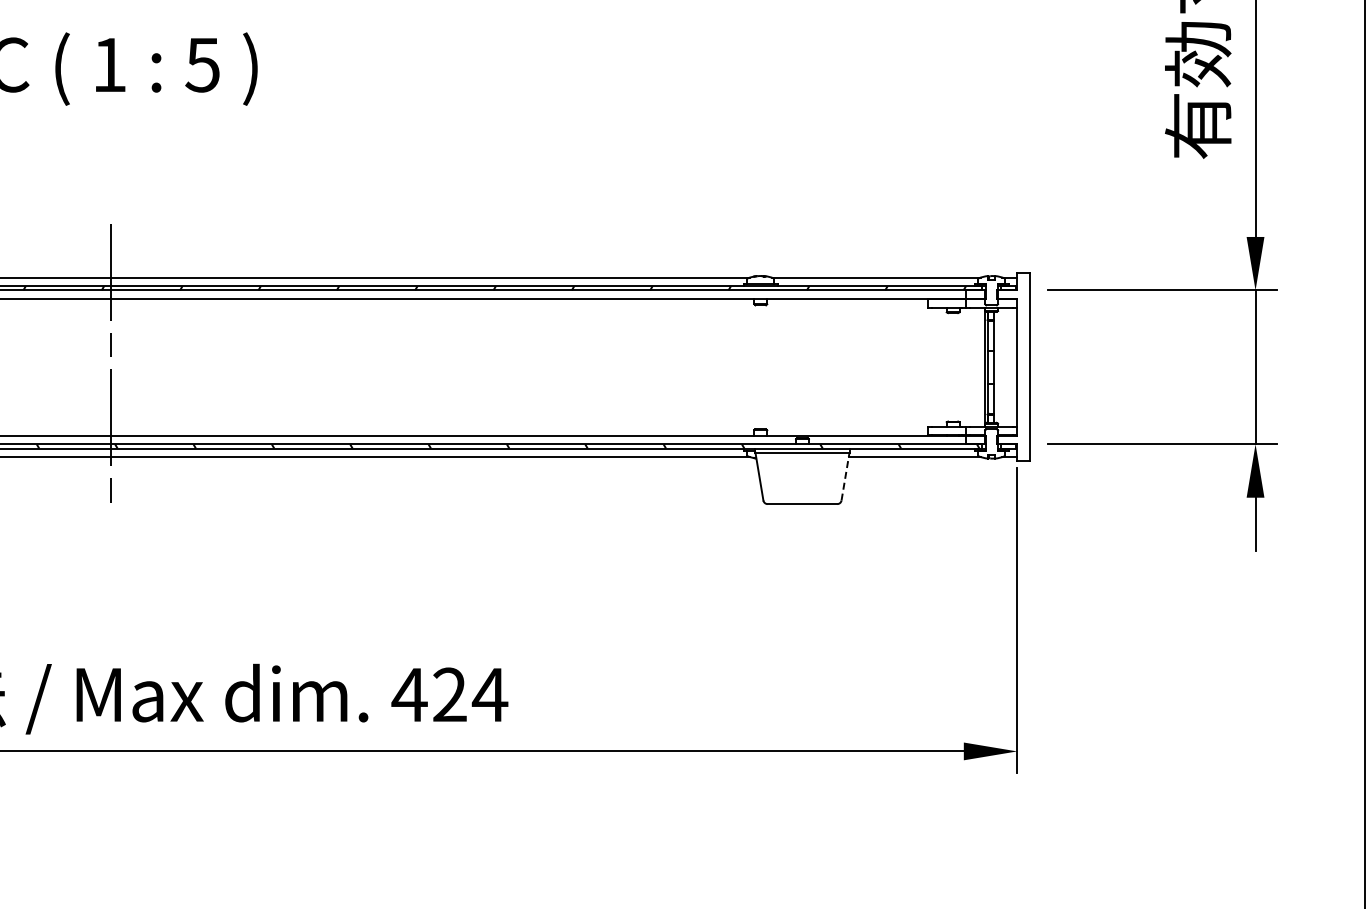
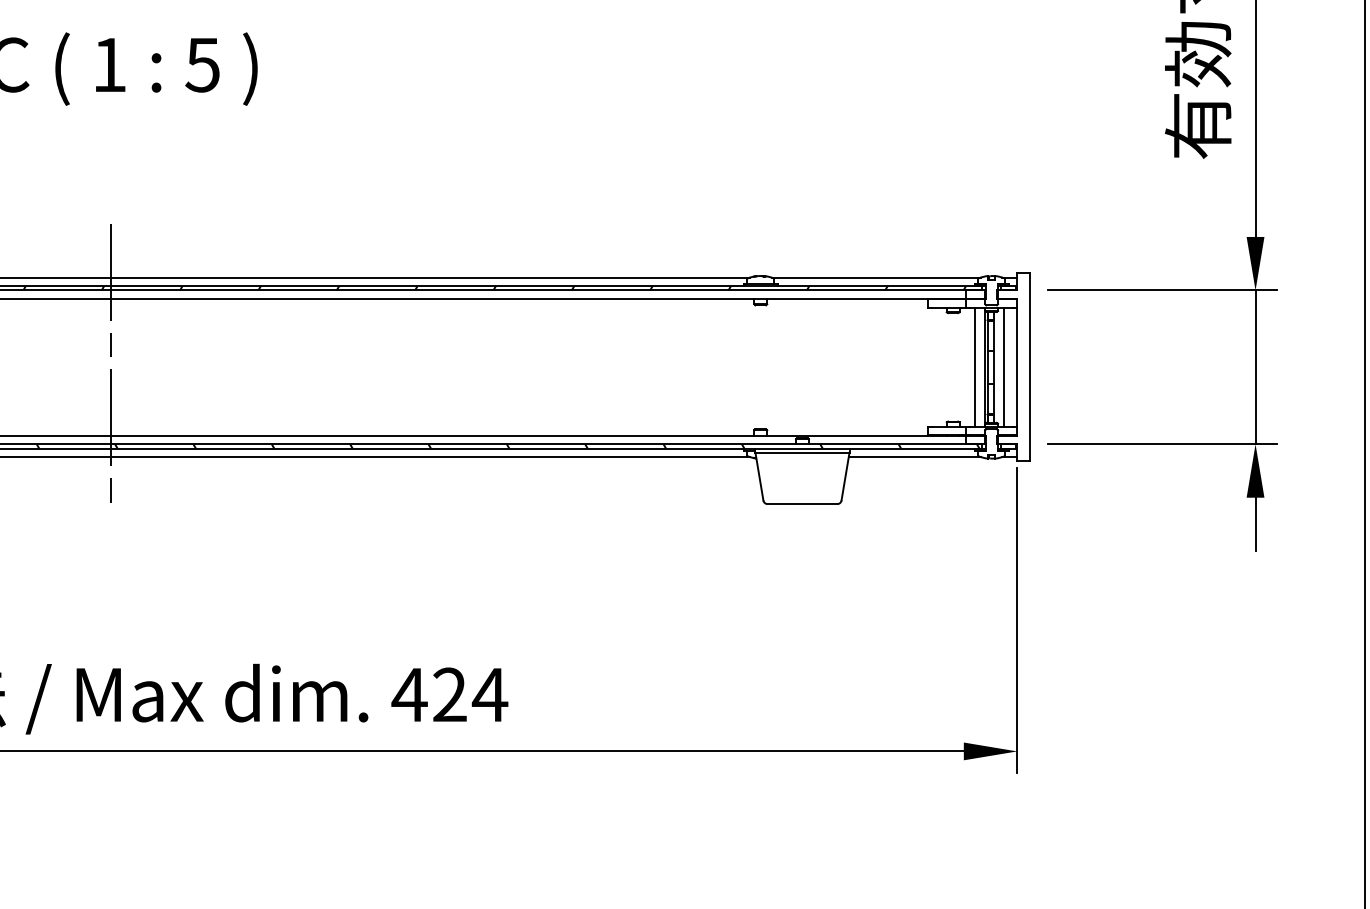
line at (974, 366): none -> present
line at (1004, 366): none -> present
line at (845, 476): dashed -> solid
